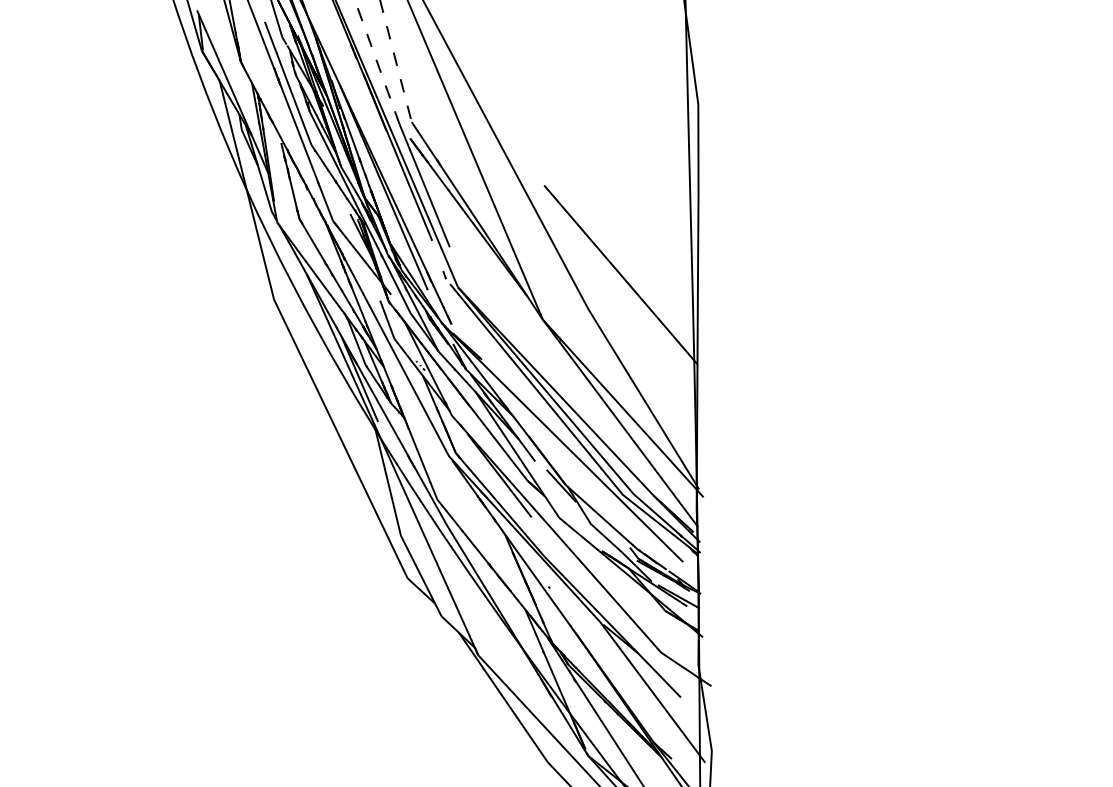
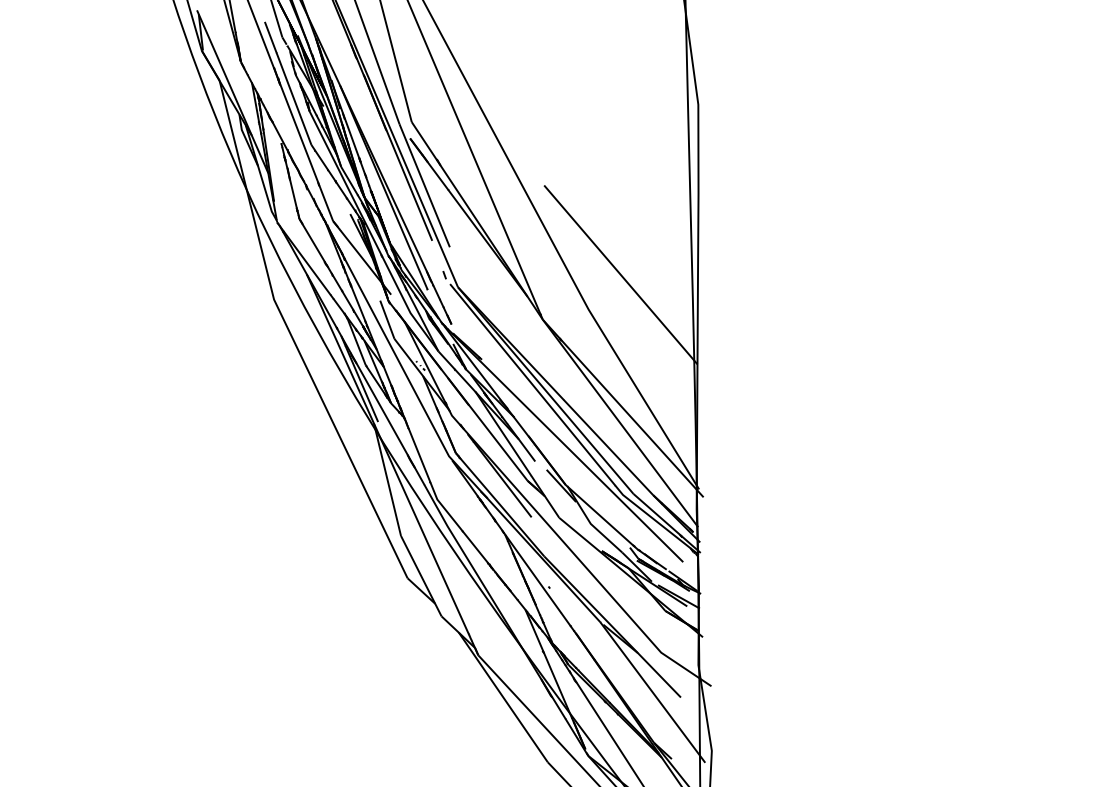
line at (395, 61): dashed -> solid
line at (377, 62): dashed -> solid
